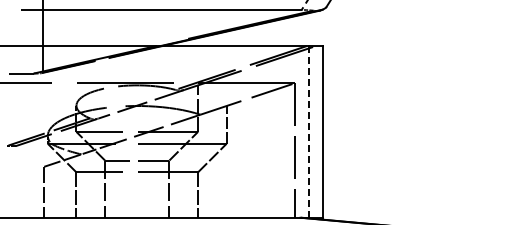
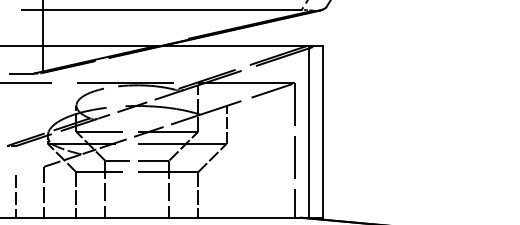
line at (308, 131): dashed -> solid
line at (15, 195): none -> present
